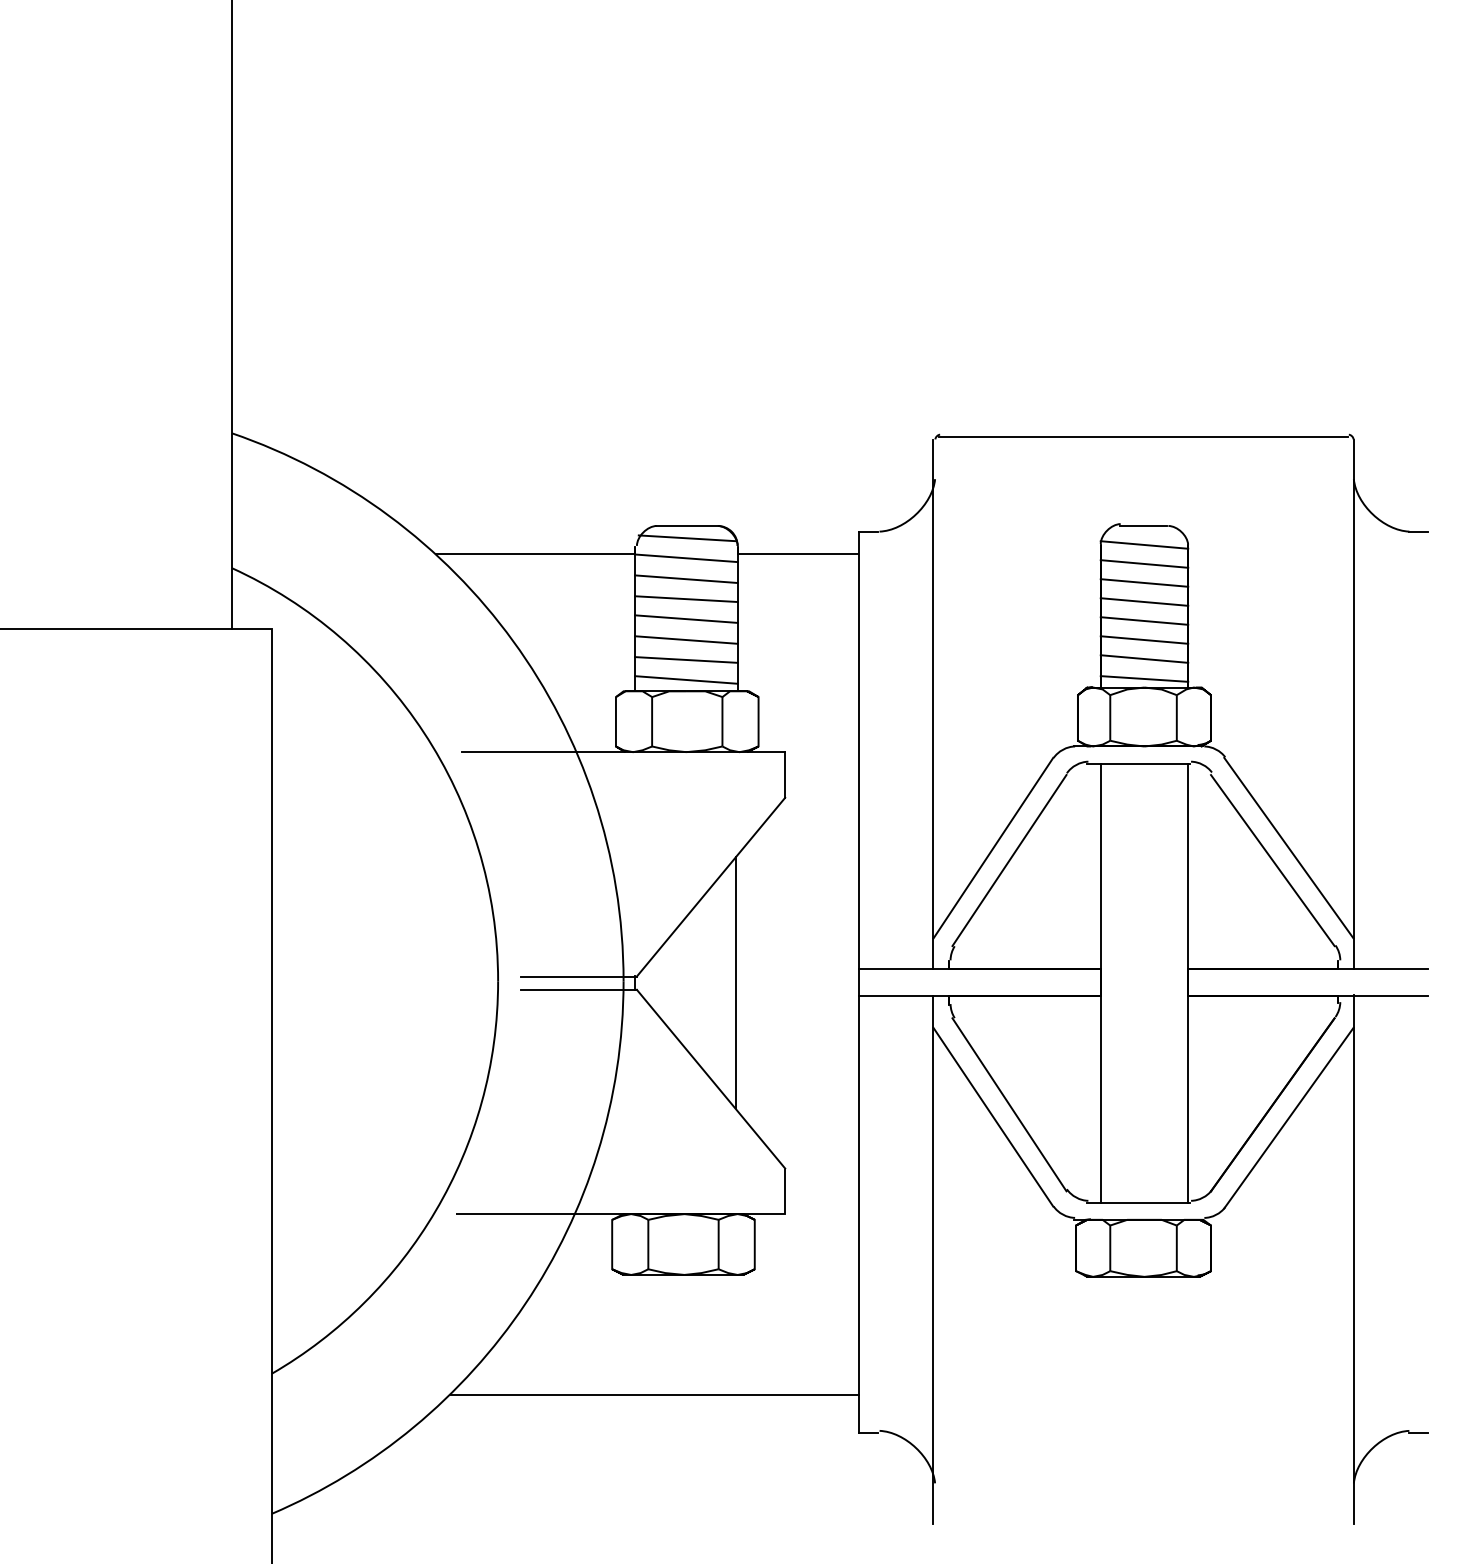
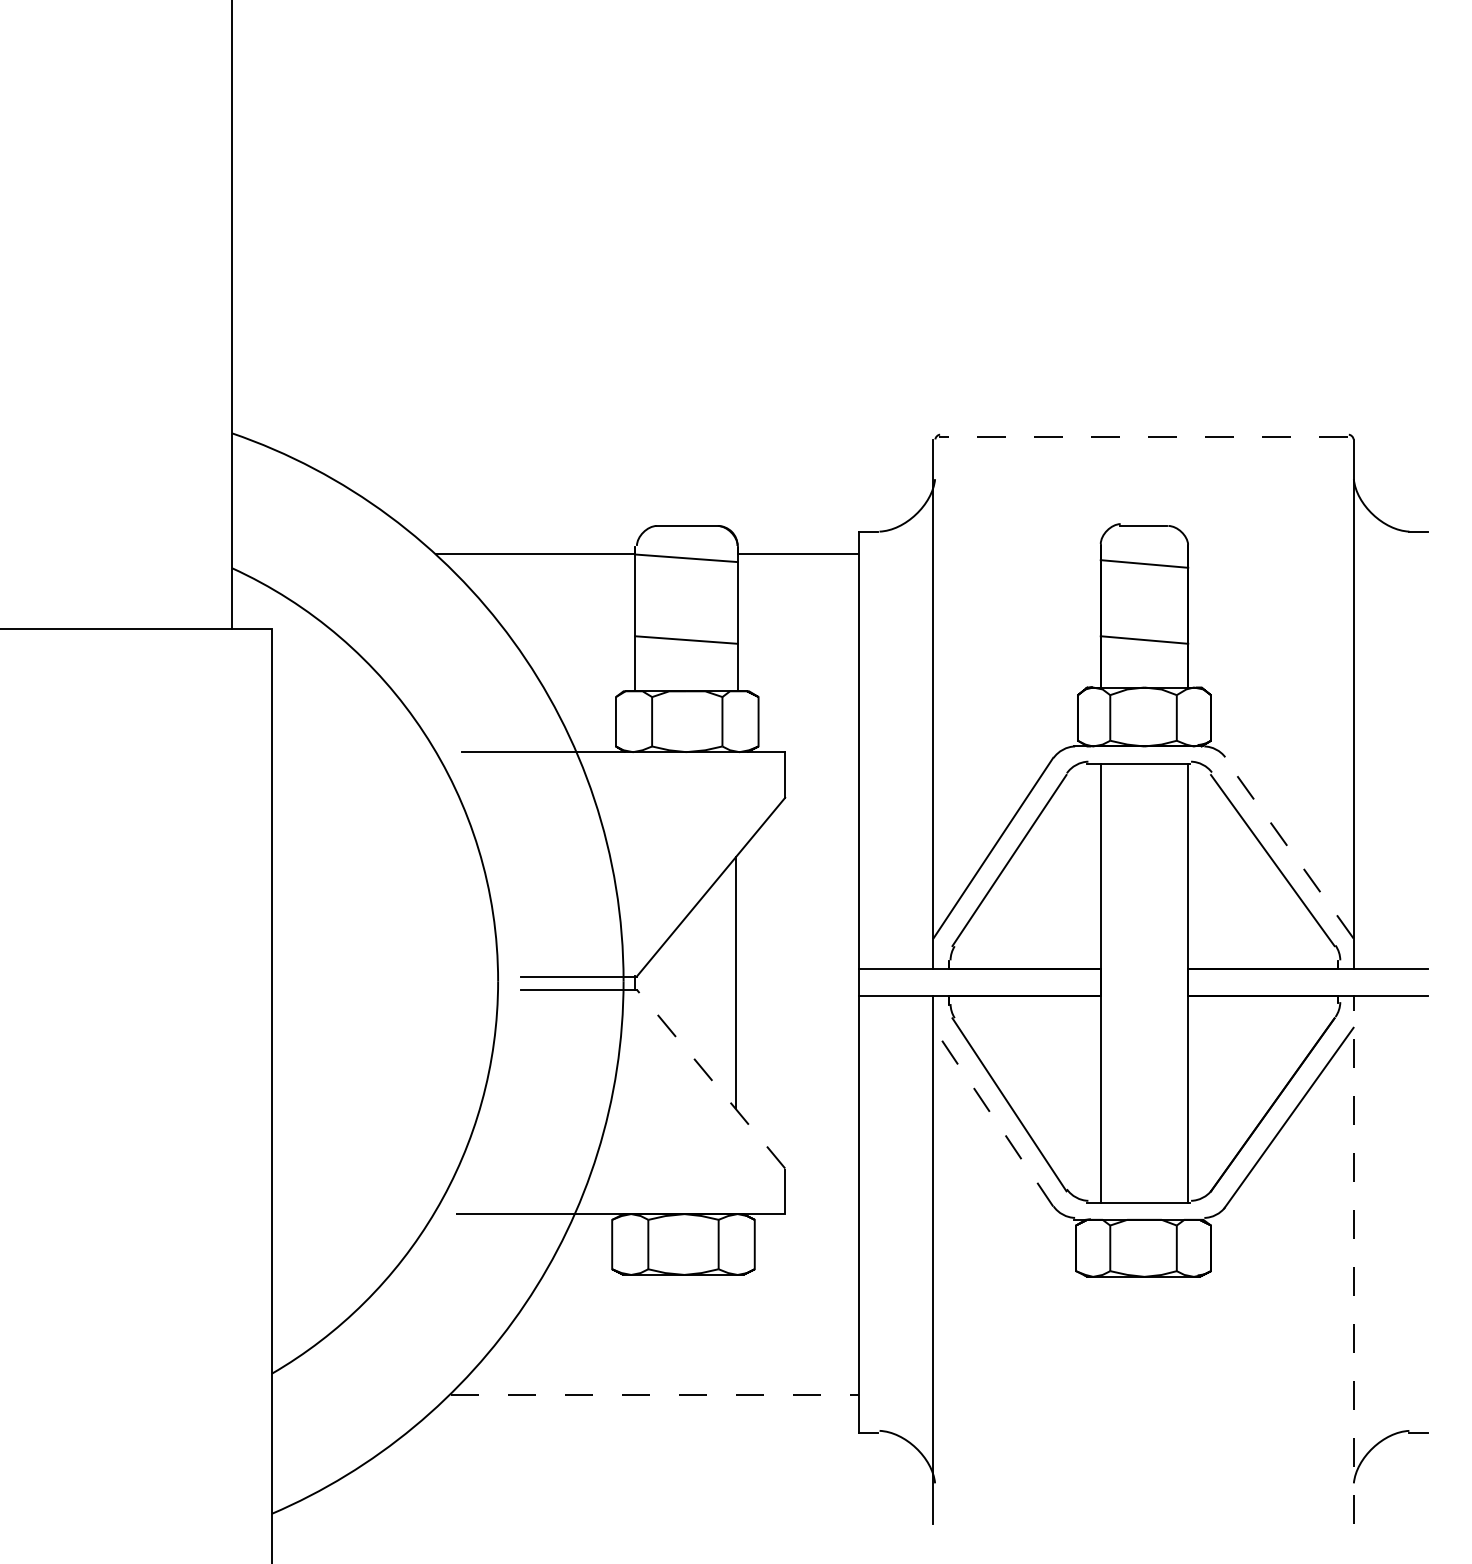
line at (1143, 436): solid -> dashed
line at (686, 538): present -> none
line at (1144, 544): present -> none
line at (685, 579): present -> none
line at (1144, 582): present -> none
line at (685, 599): present -> none
line at (1144, 601): present -> none
line at (685, 618): present -> none
line at (1144, 620): present -> none
line at (1144, 658): present -> none
line at (685, 659): present -> none
line at (1144, 678): present -> none
line at (685, 679): present -> none
line at (1288, 847): solid -> dashed
line at (710, 1078): solid -> dashed
line at (993, 1117): solid -> dashed
line at (1353, 1259): solid -> dashed
line at (655, 1394): solid -> dashed
